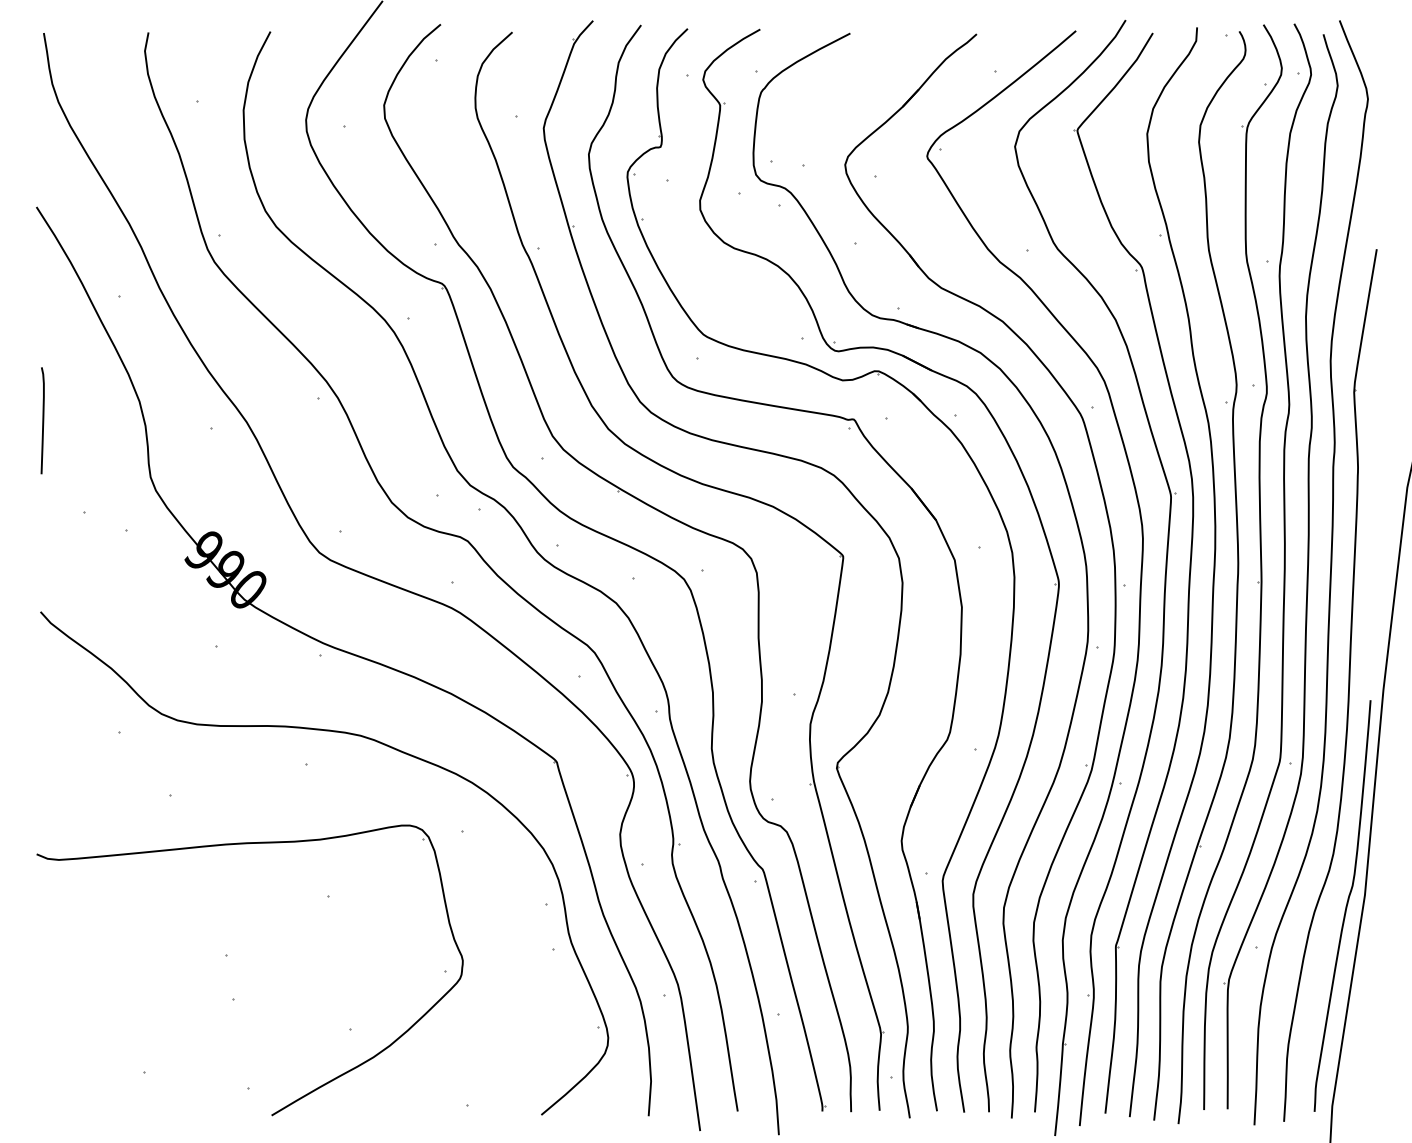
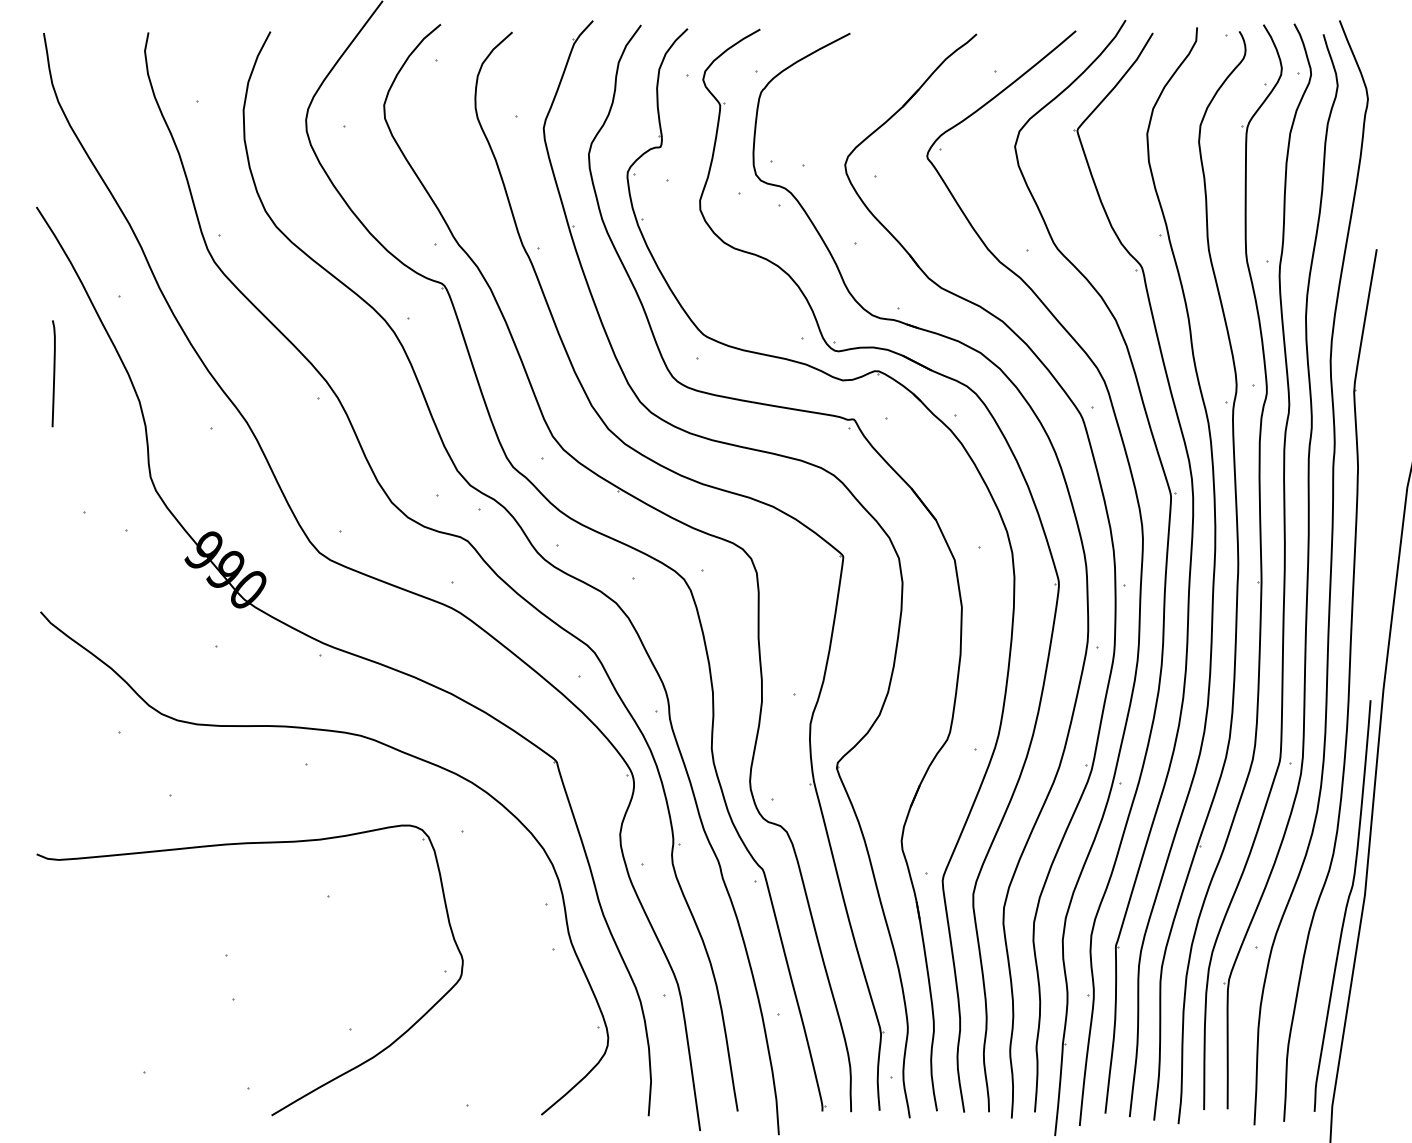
curve at (42, 420) position: (42, 420) -> (53, 373)
